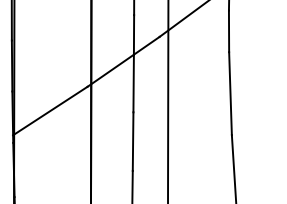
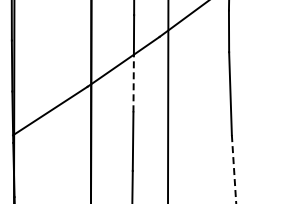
line at (133, 83): solid -> dashed
line at (234, 169): solid -> dashed
